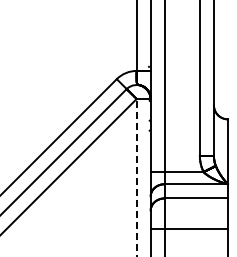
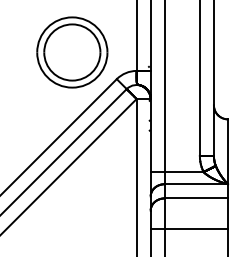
part at (72, 52): none -> present
line at (136, 177): dashed -> solid
